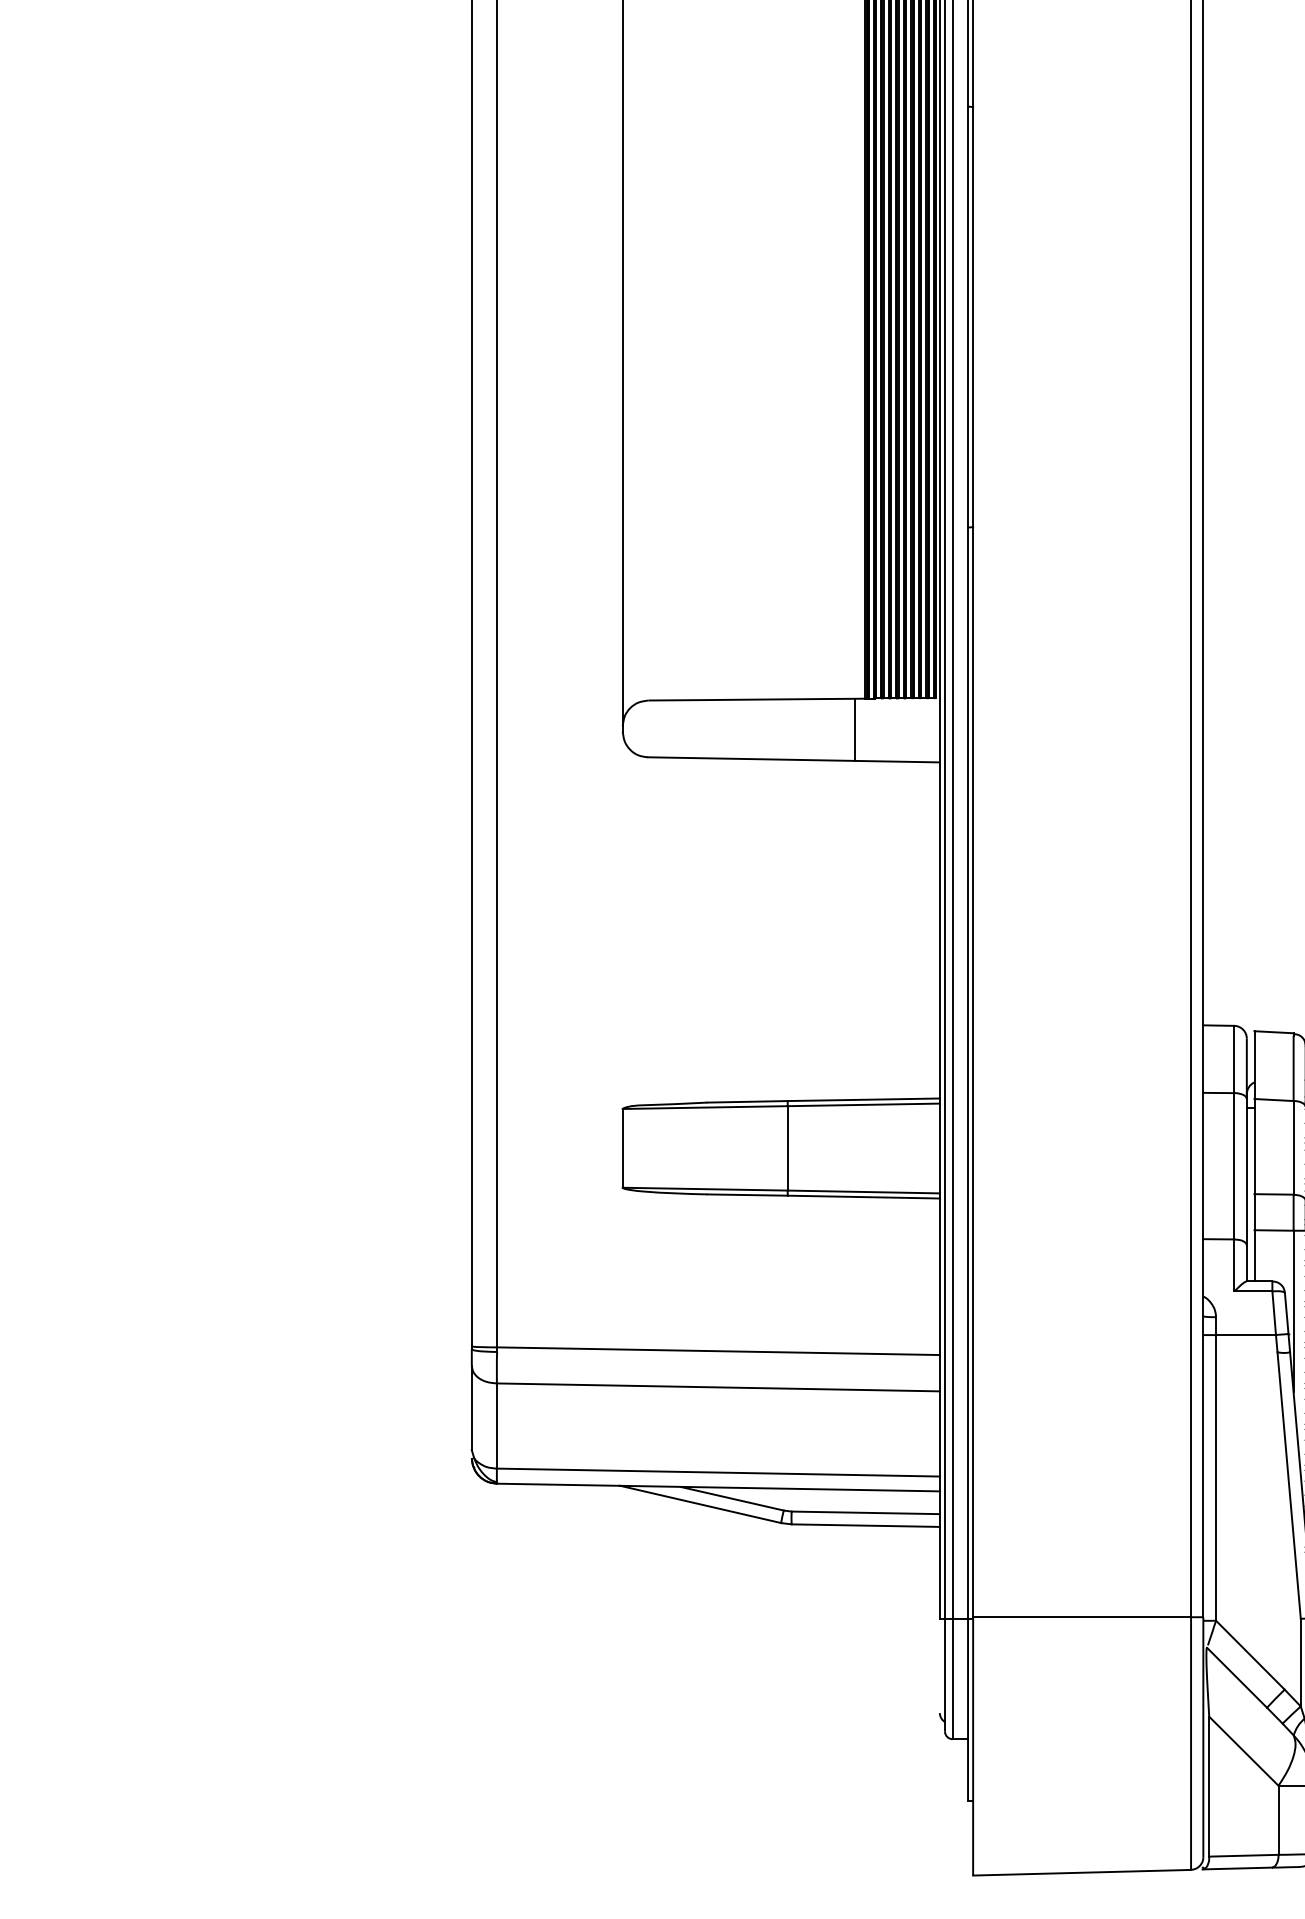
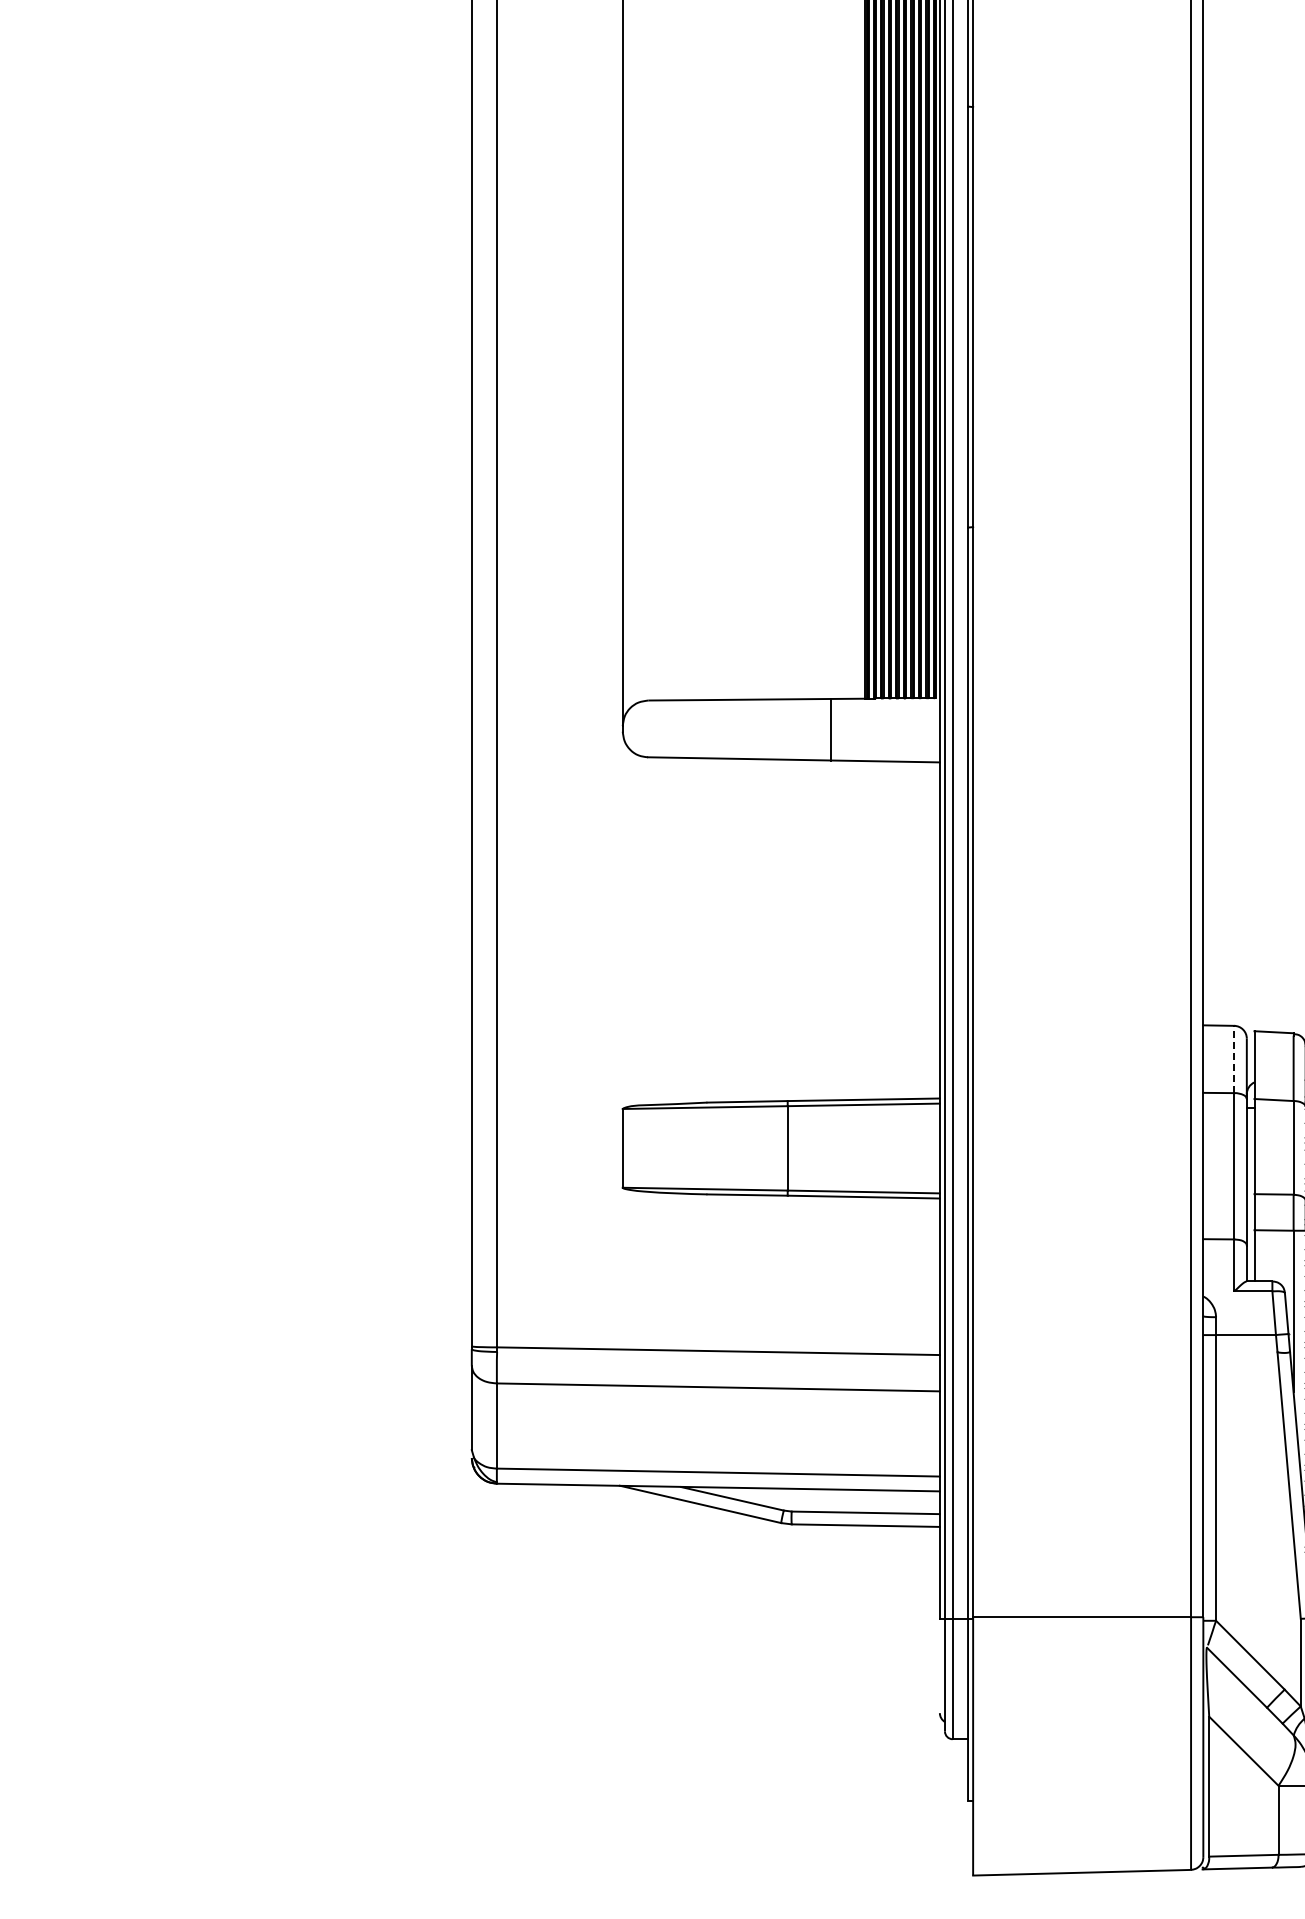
line at (855, 729) position: (855, 729) -> (831, 729)
line at (1234, 1059): solid -> dashed
